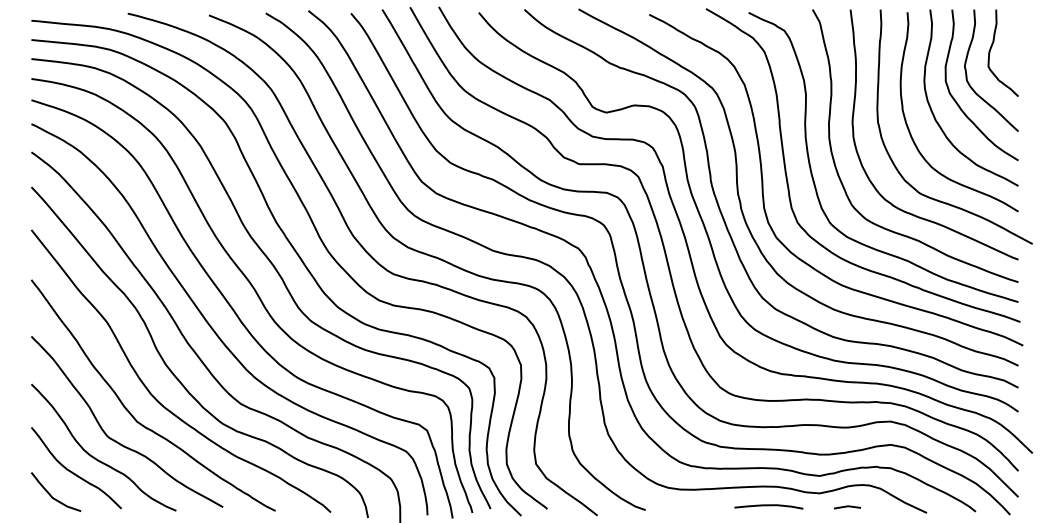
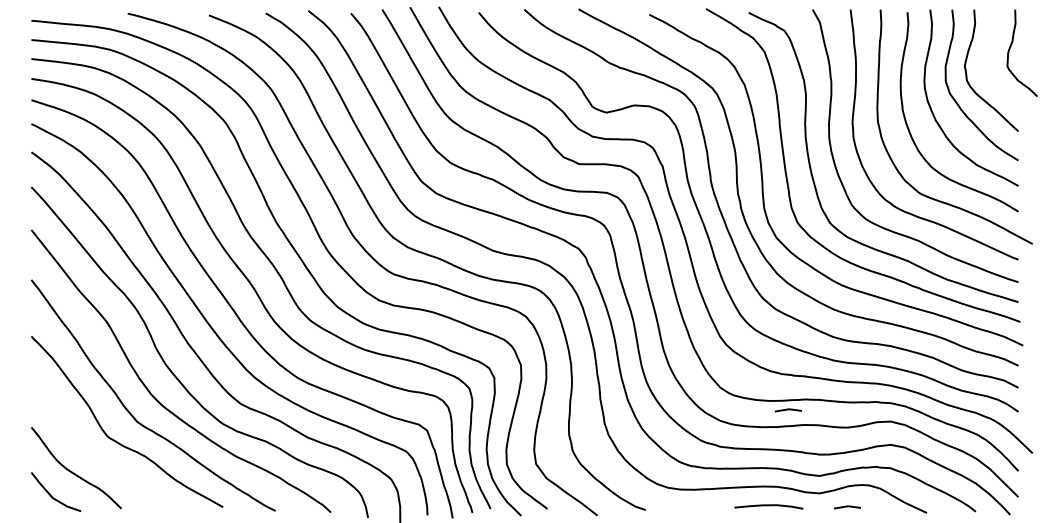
curve at (992, 47) position: (992, 47) -> (1011, 47)
line at (787, 410): none -> present
curve at (95, 457): present -> none
